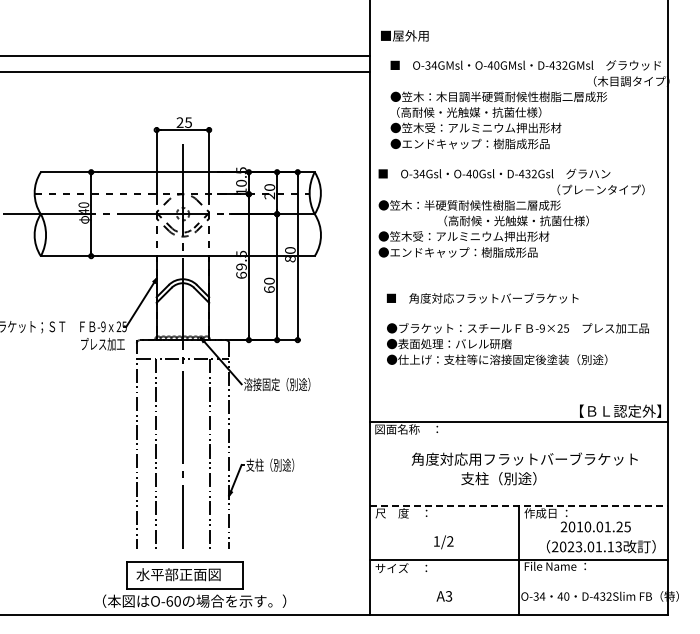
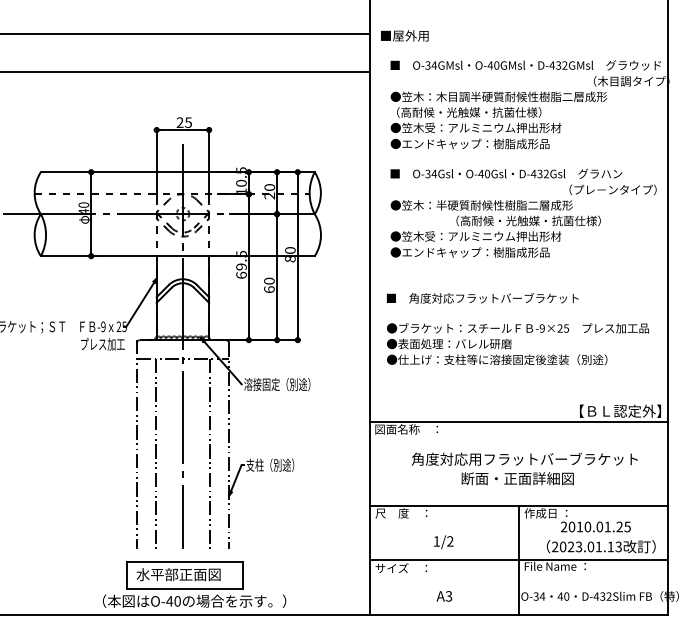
line at (186, 55) position: (186, 55) -> (186, 33)
text at (511, 212) position: (511, 212) -> (523, 212)
text at (517, 478): 支柱（別途） -> 断面・正面詳細図
line at (519, 505): dashed -> solid
text at (169, 601): O-60 -> O-40
